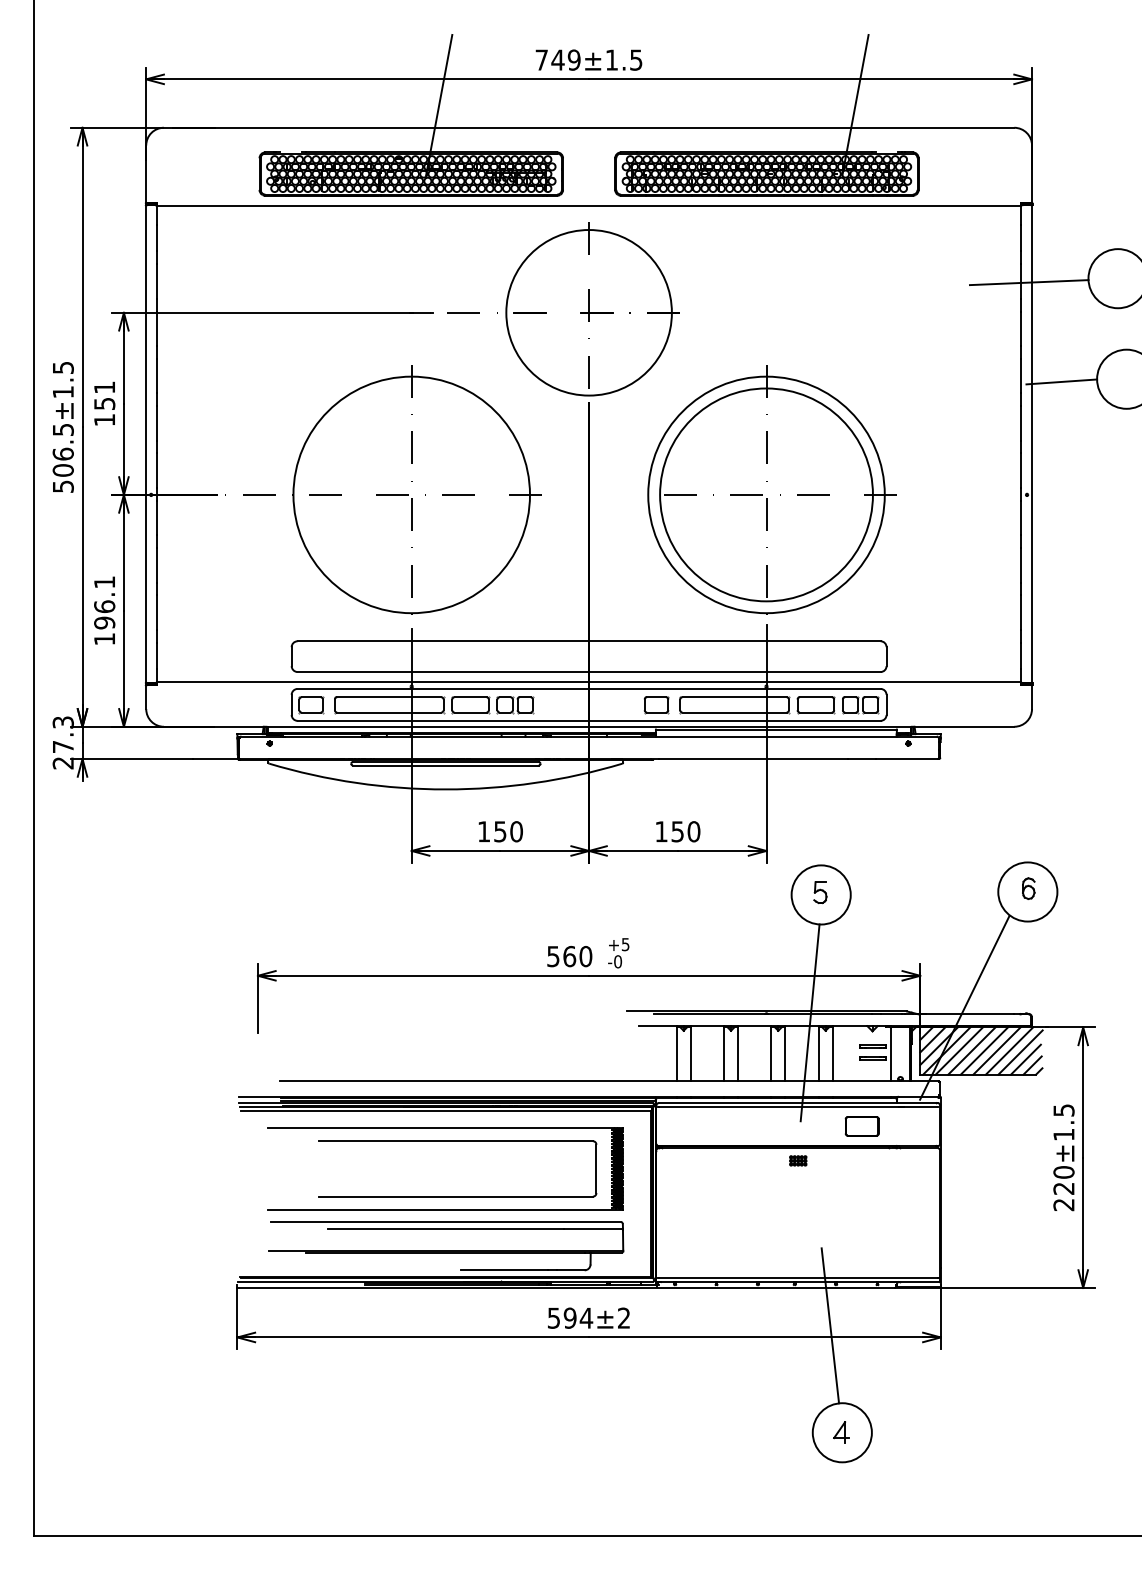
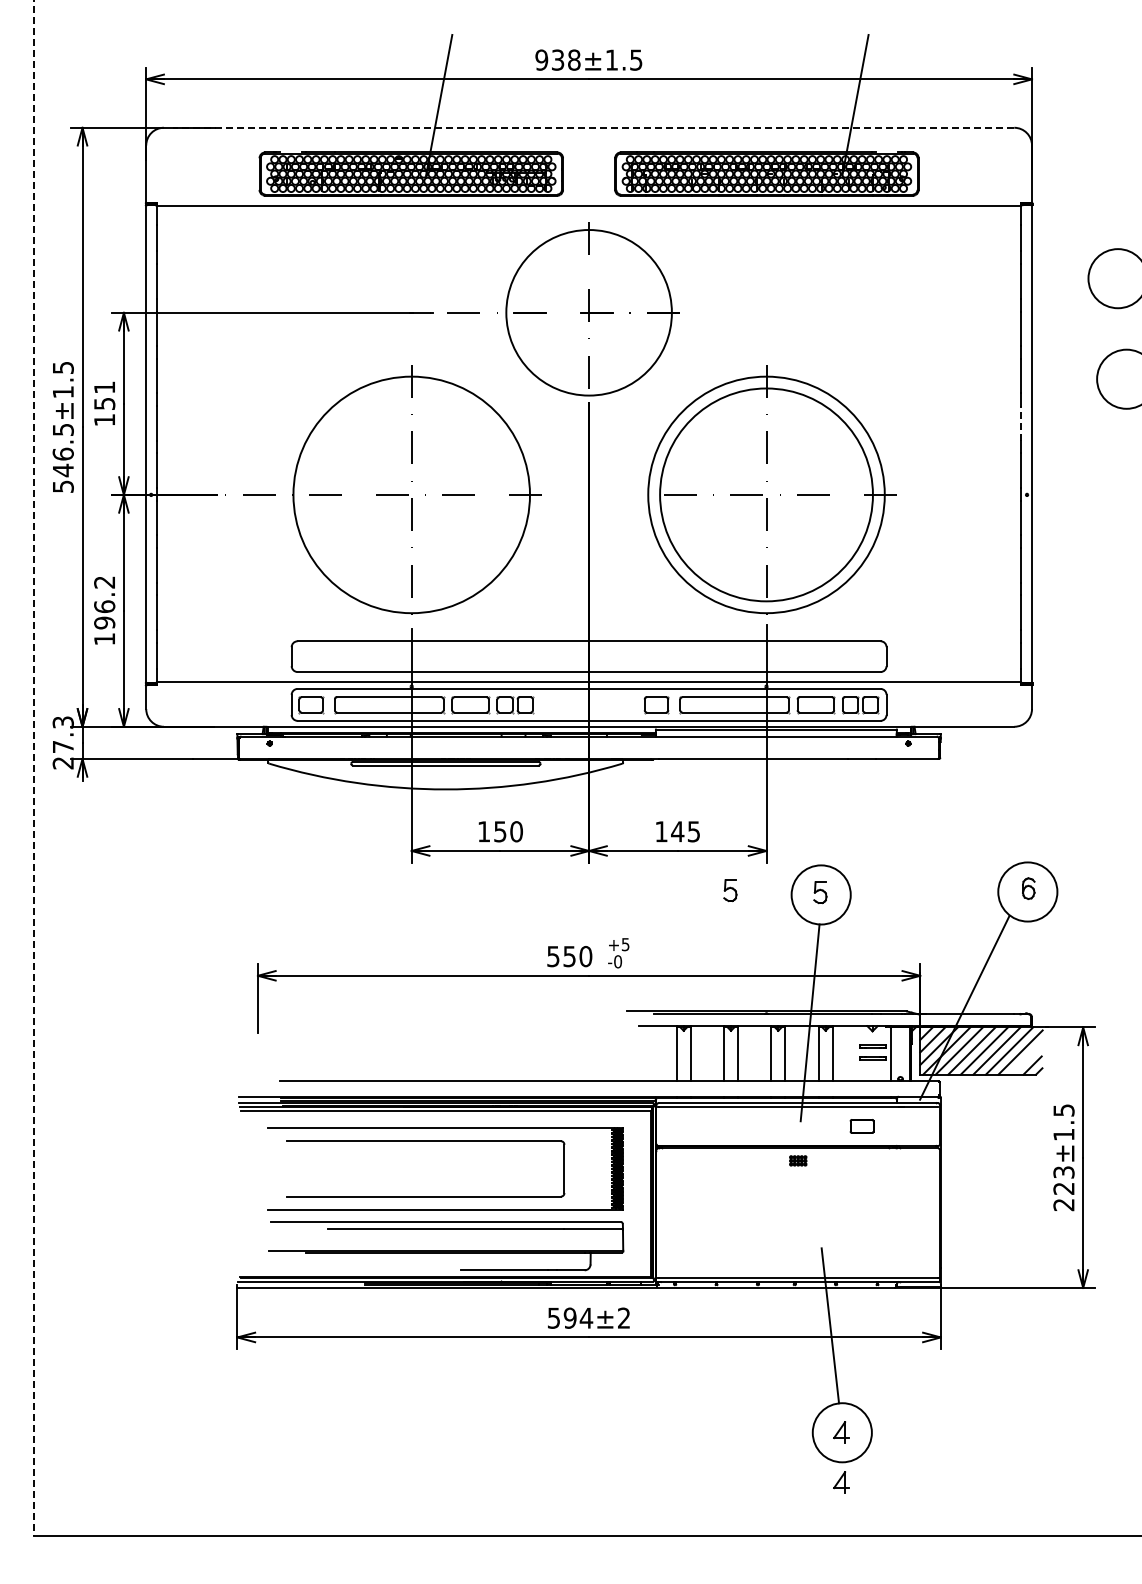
text at (557, 59): 749±1.5 -> 938±1.5
line at (593, 127): solid -> dashed
line at (1028, 282): present -> none
line at (1061, 381): present -> none
line at (1021, 422): solid -> dashed
text at (62, 470): 506.5±1.5 -> 546.5±1.5
text at (104, 582): 196.1 -> 196.2
line at (34, 768): solid -> dashed
text at (685, 831): 150 -> 145
part at (730, 890): none -> present
text at (569, 956): 560 -> 550
line at (1025, 1059): present -> none
part at (861, 1126) size: 36x21 px -> 26x15 px
part at (457, 1141) position: (457, 1141) -> (425, 1141)
text at (1063, 1172): 220±1.5 -> 223±1.5
part at (841, 1482): none -> present
